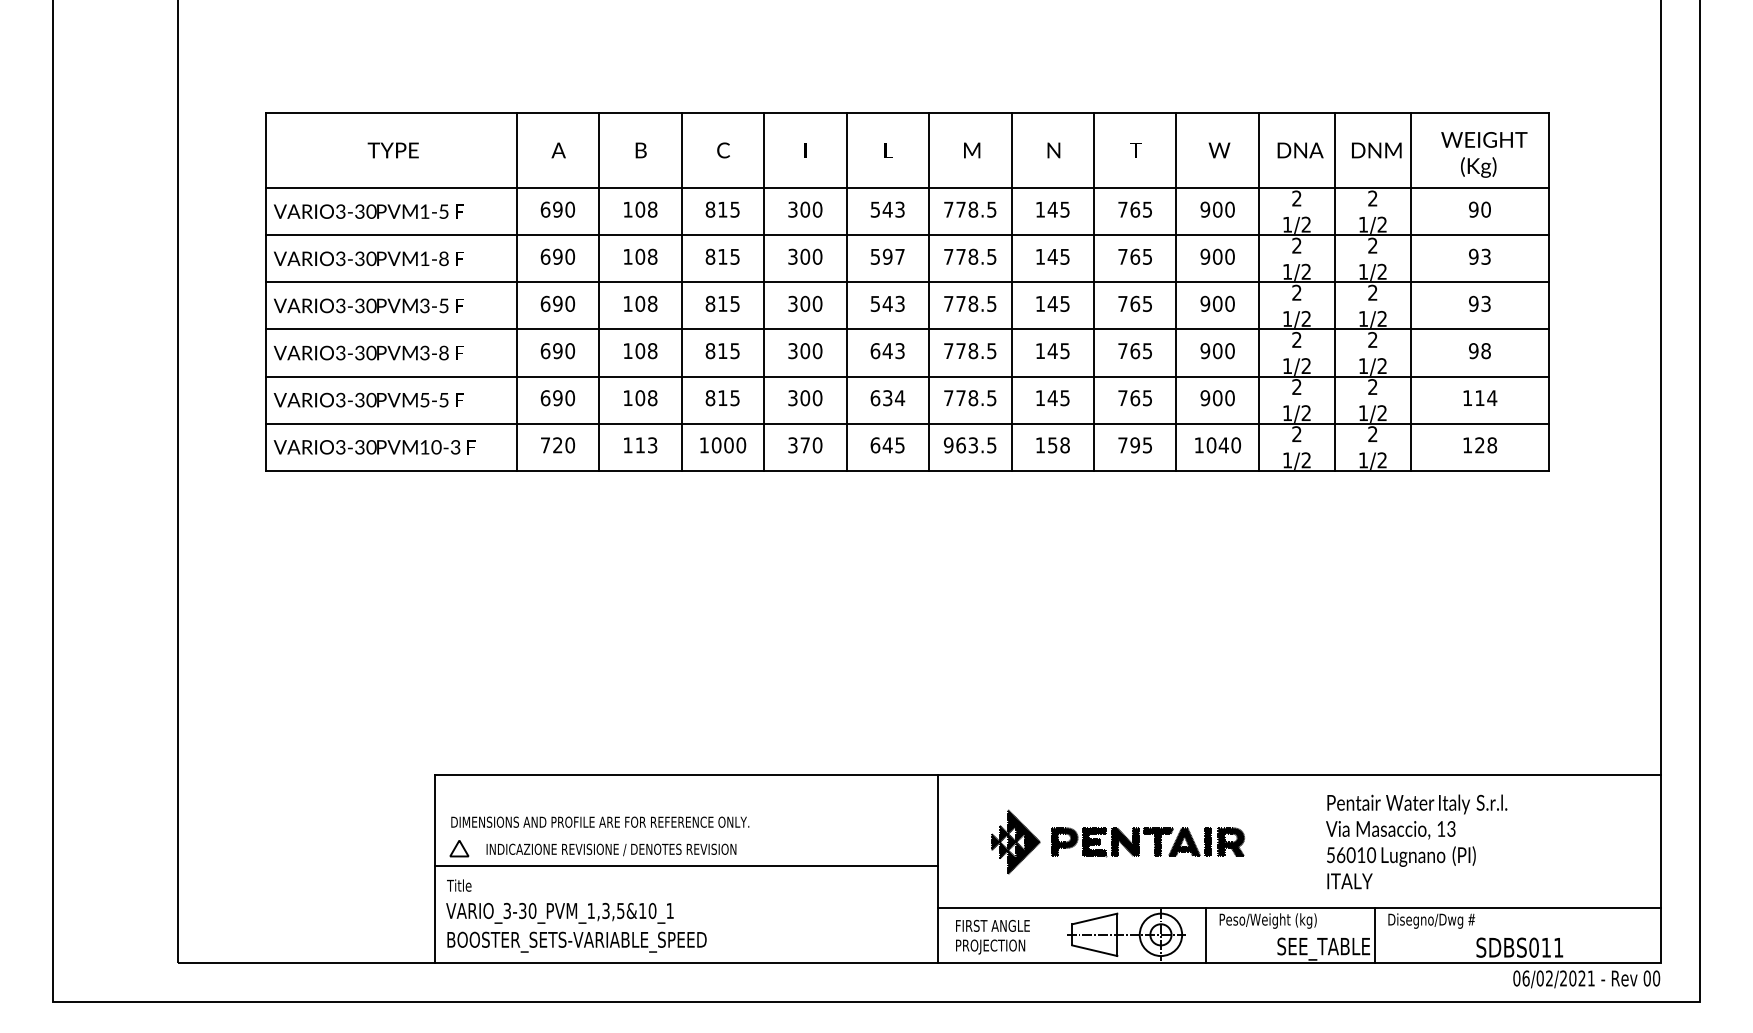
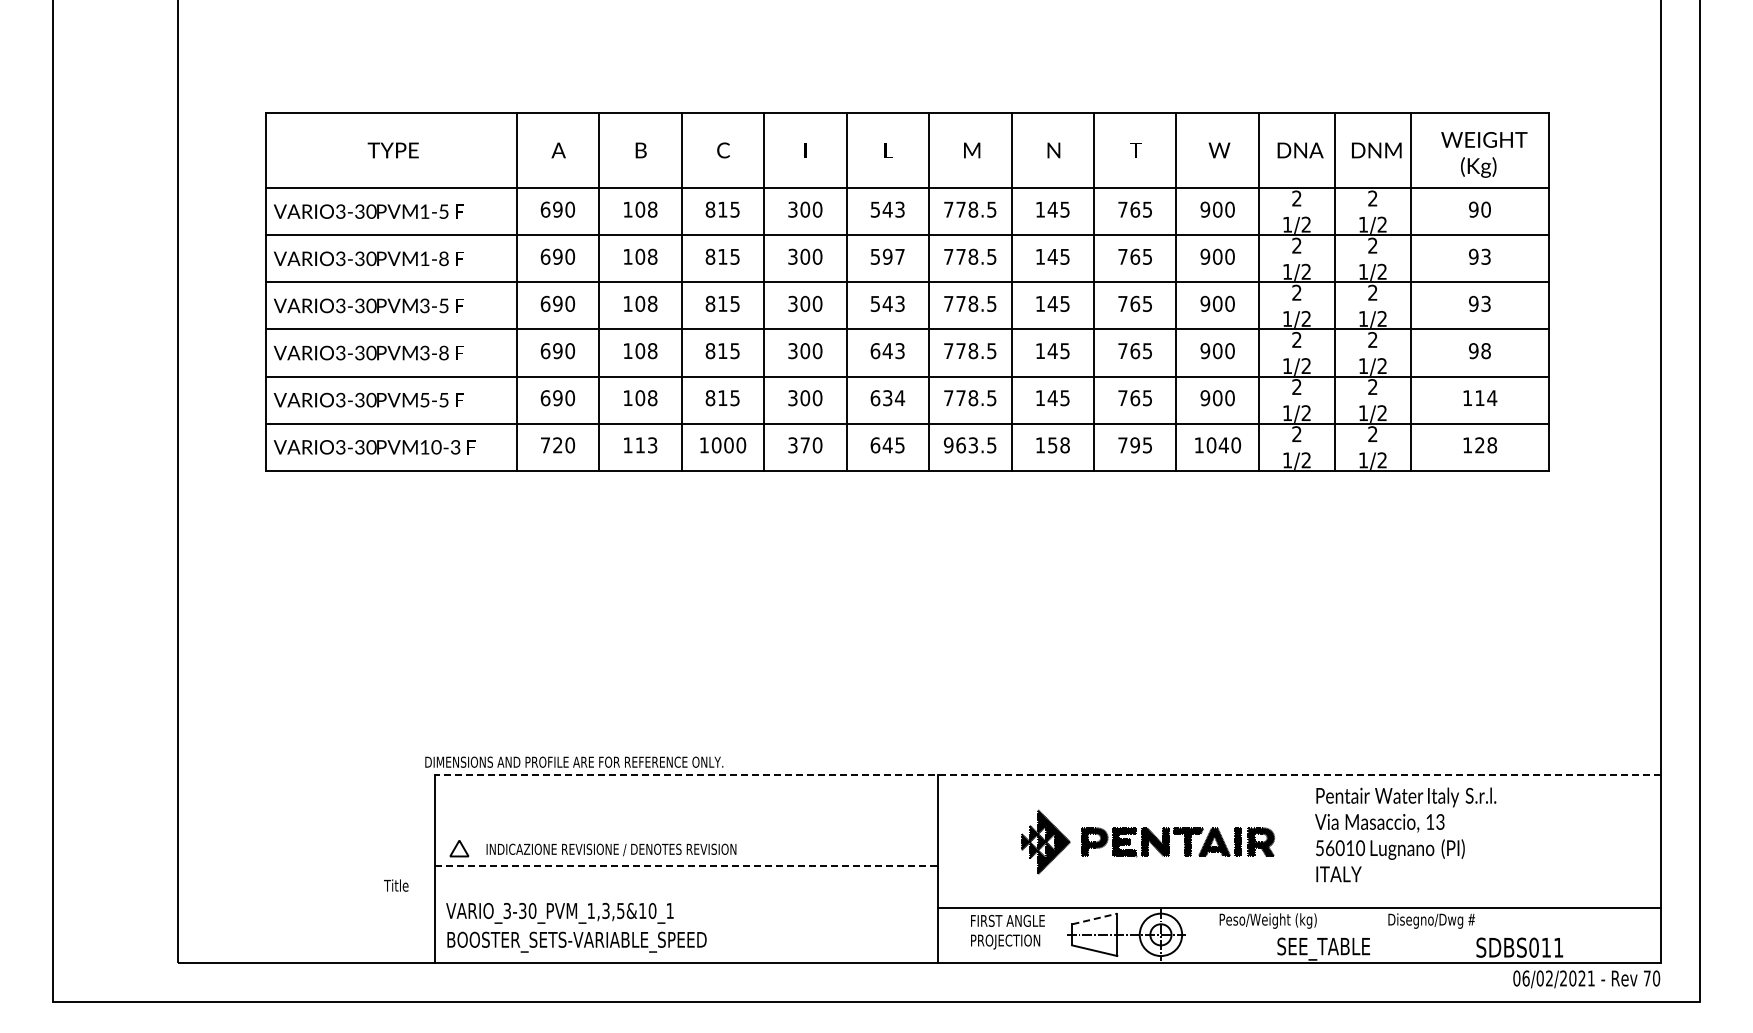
line at (1047, 774): solid -> dashed
text at (600, 821) position: (600, 821) -> (574, 761)
part at (1117, 841) position: (1117, 841) -> (1147, 841)
text at (1416, 841) position: (1416, 841) -> (1405, 834)
line at (686, 865): solid -> dashed
text at (459, 885) position: (459, 885) -> (396, 885)
line at (1095, 918): solid -> dashed
line at (1206, 934): present -> none
line at (1374, 934): present -> none
text at (992, 937) position: (992, 937) -> (1007, 932)
text at (1646, 978): 00 -> 70
